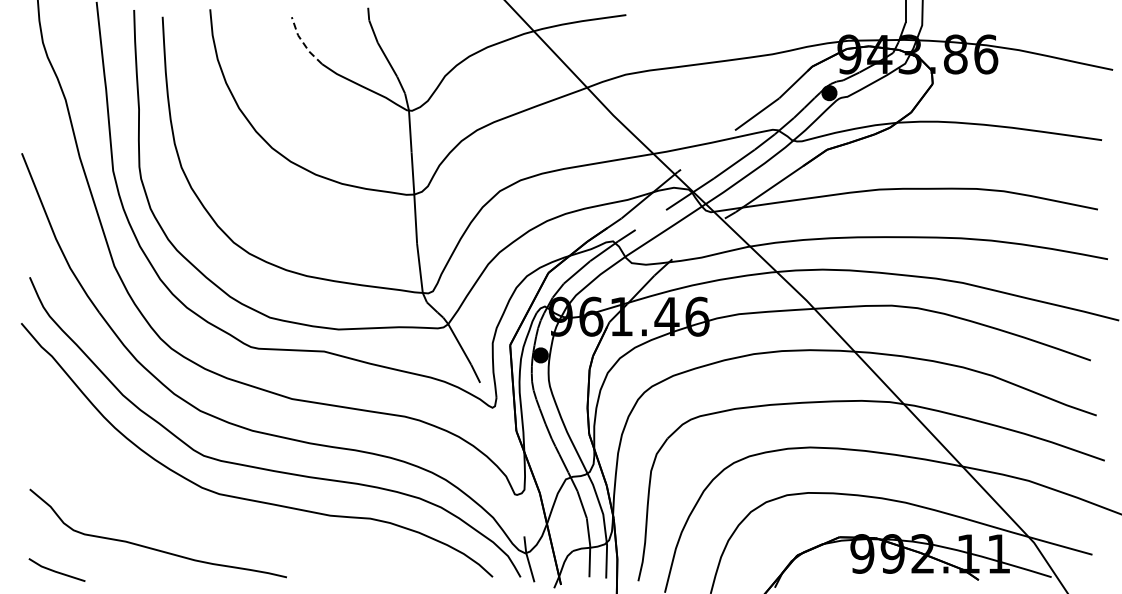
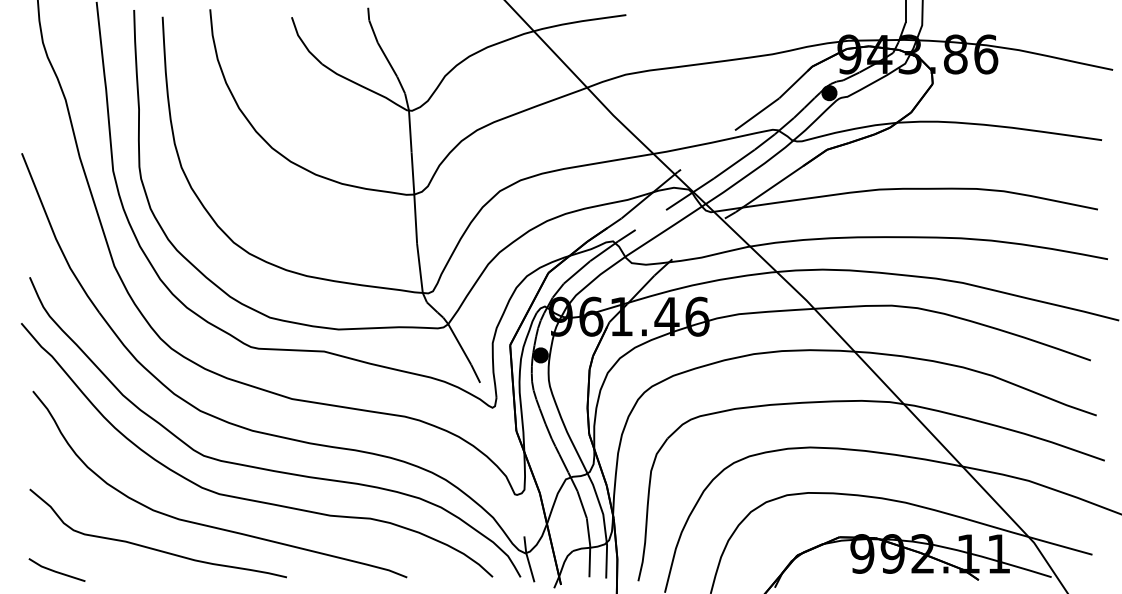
line at (303, 42): dashed -> solid
curve at (210, 525): none -> present
